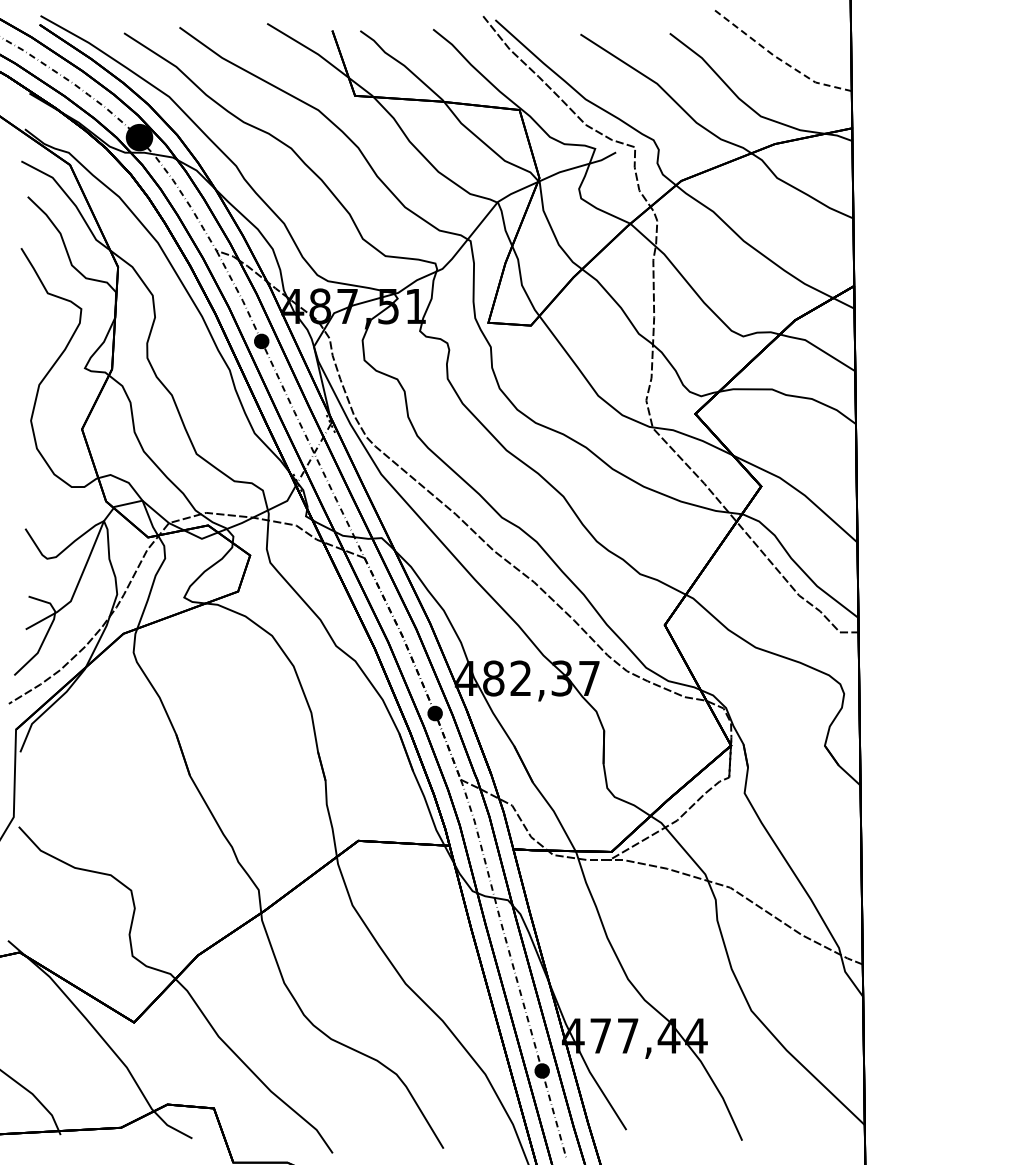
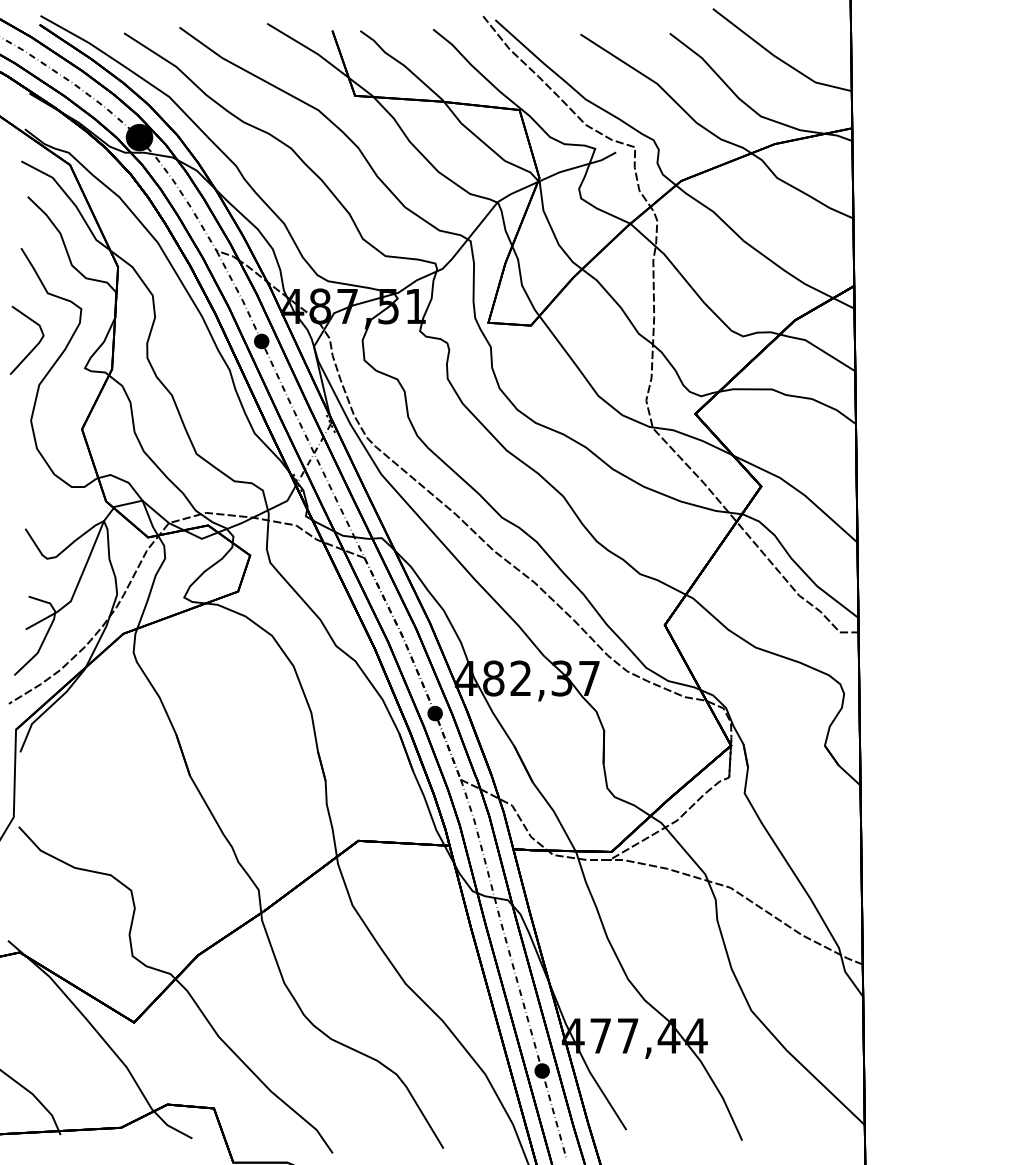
line at (778, 58): dashed -> solid
line at (34, 346): none -> present
